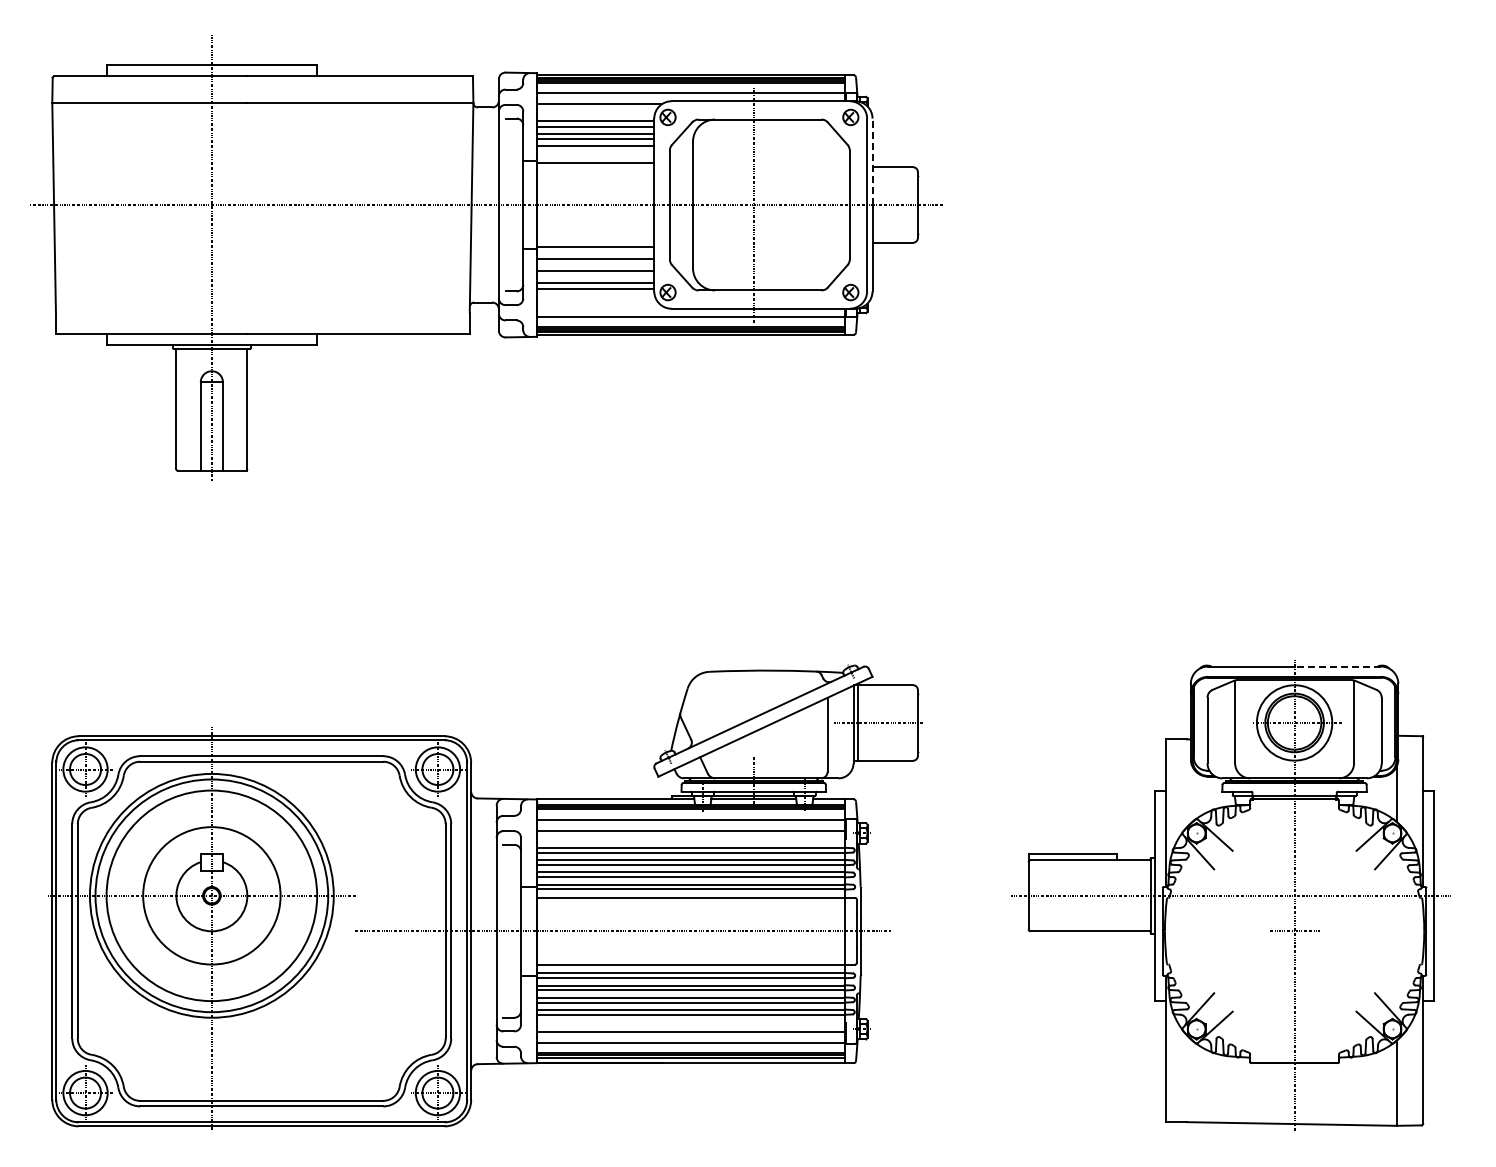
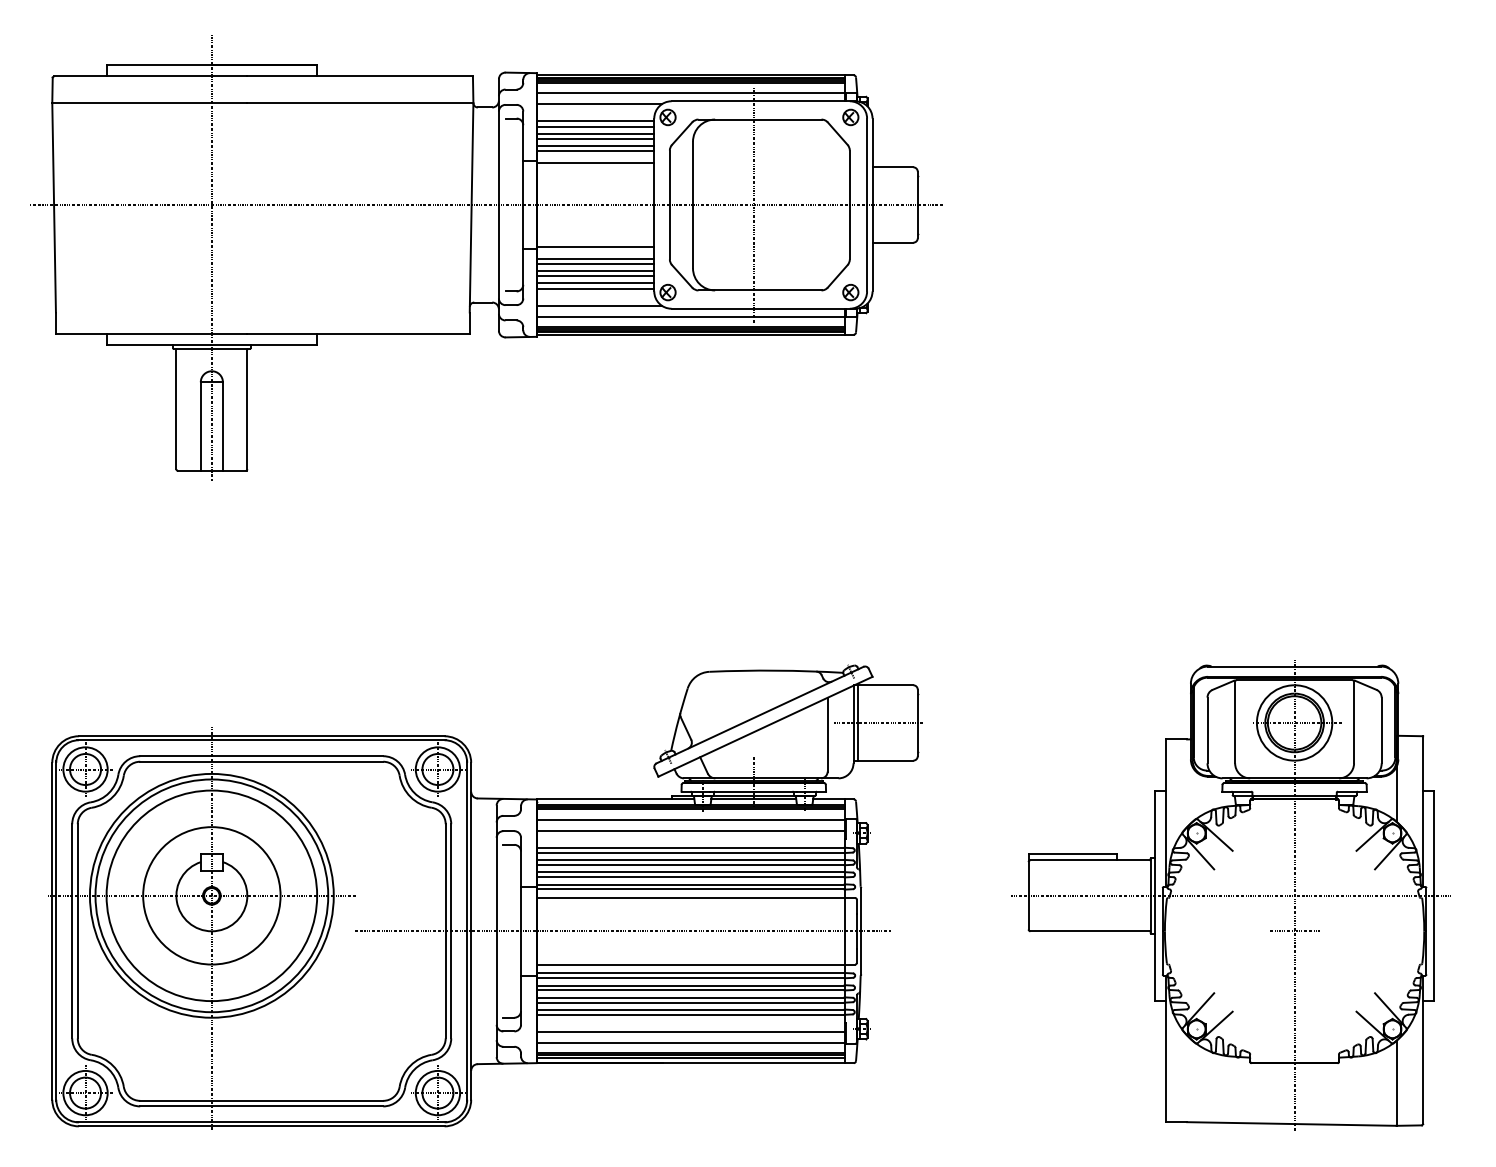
line at (595, 150): none -> present
line at (872, 161): dashed -> solid
line at (595, 263): none -> present
line at (595, 276): none -> present
line at (598, 305): none -> present
line at (1337, 666): dashed -> solid
